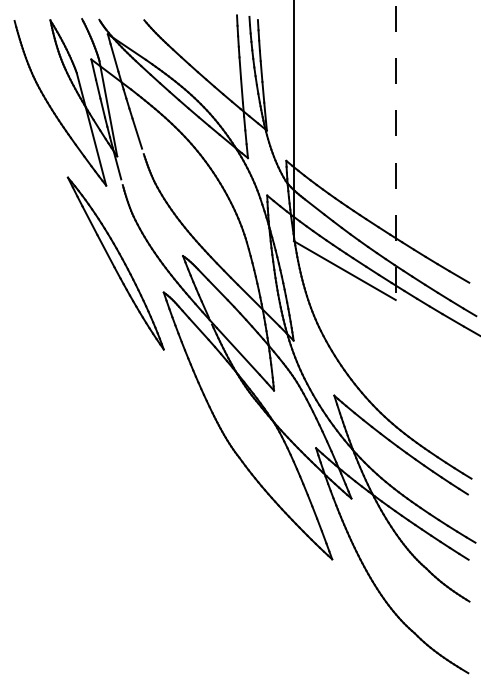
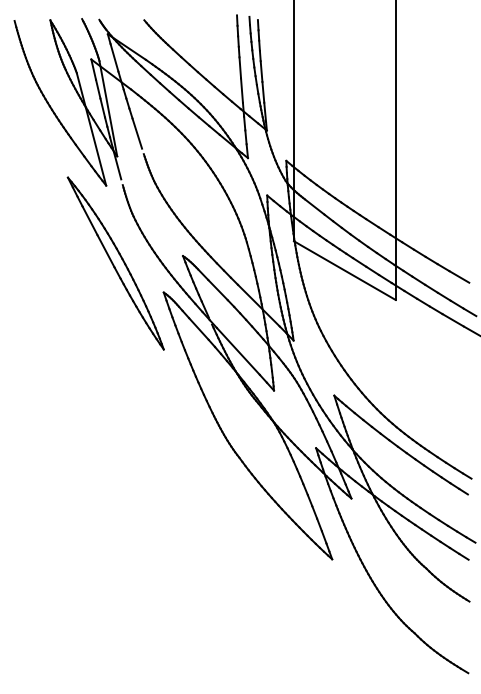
line at (395, 150): dashed -> solid
